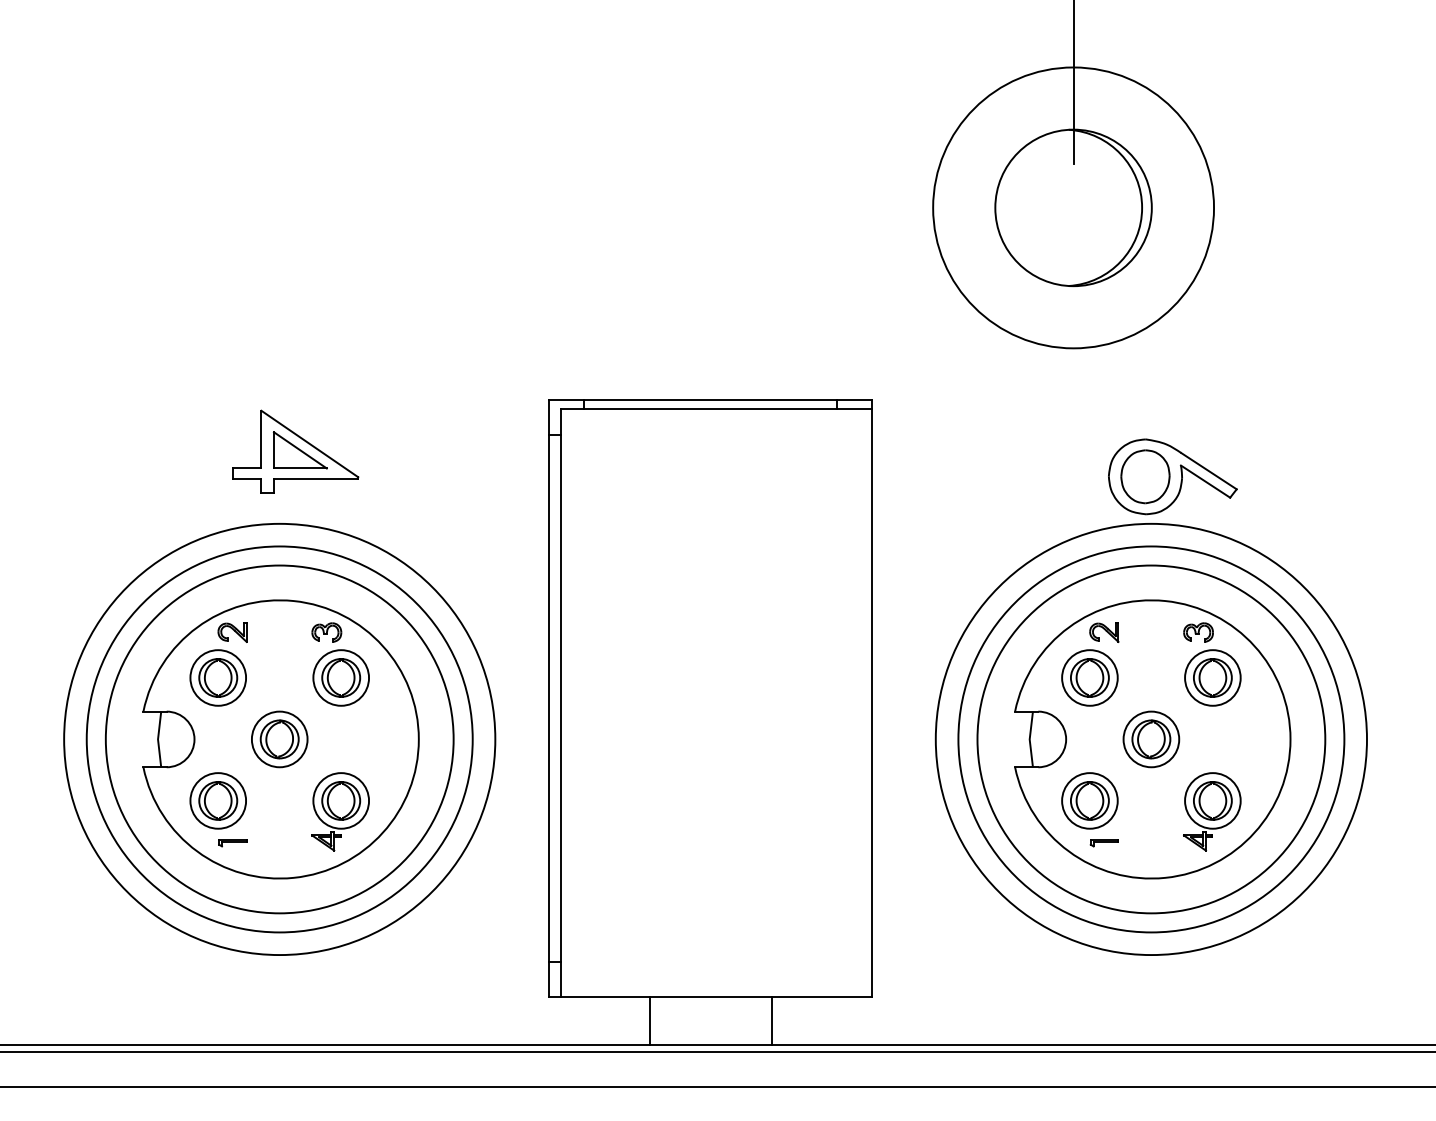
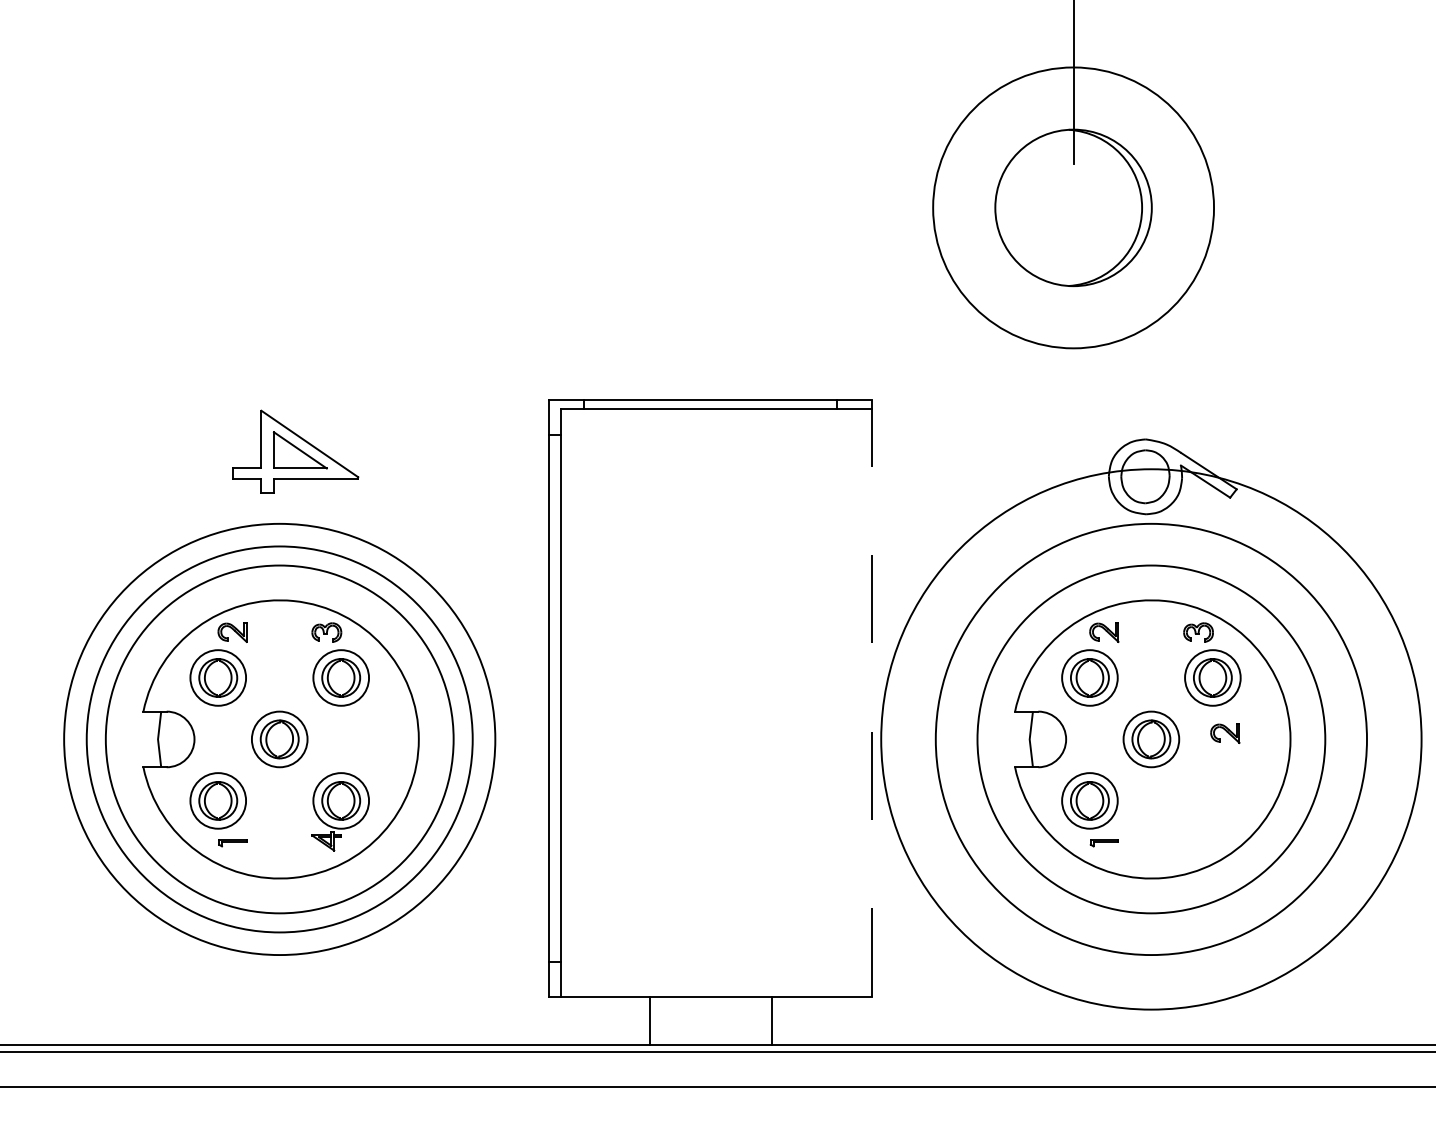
line at (872, 697): solid -> dashed
part at (1225, 733): none -> present
circle at (1151, 739) diameter: 386 px -> 540 px
part at (1212, 811): present -> none
